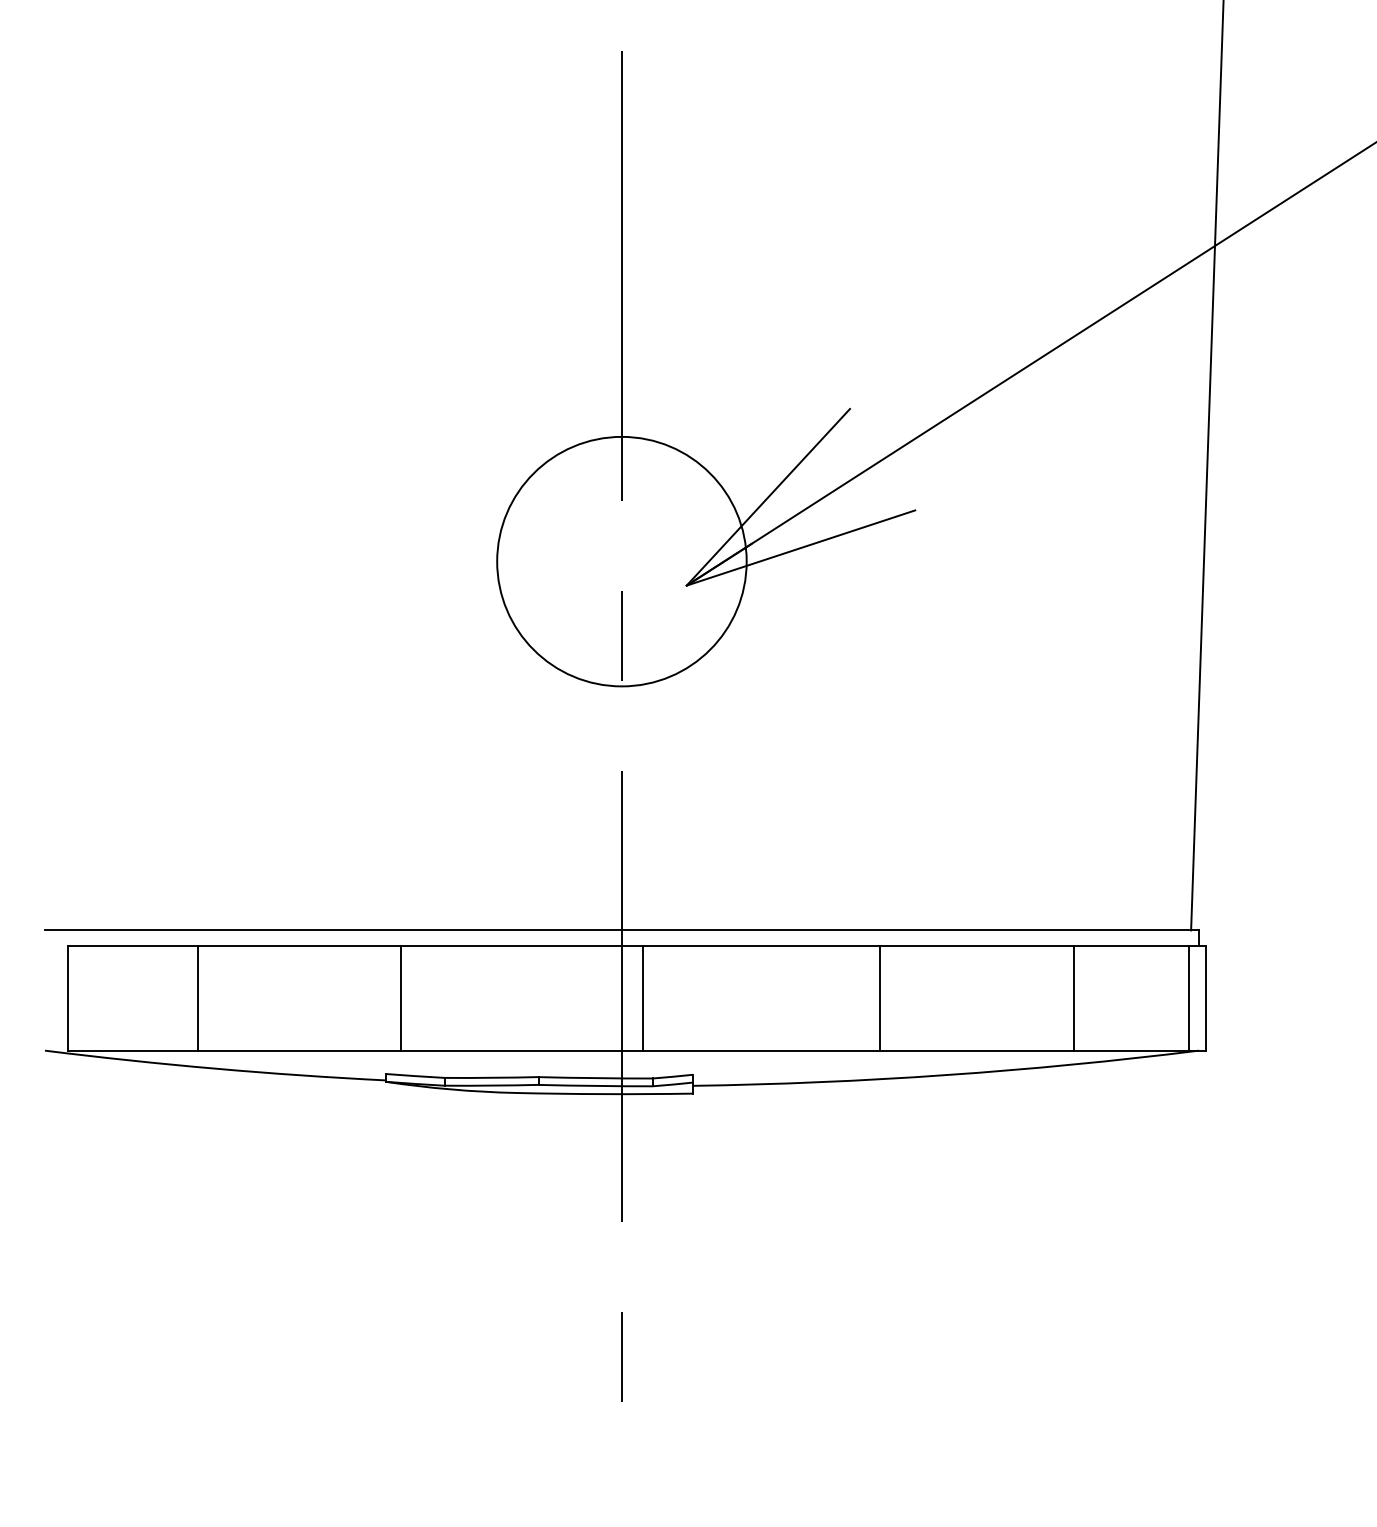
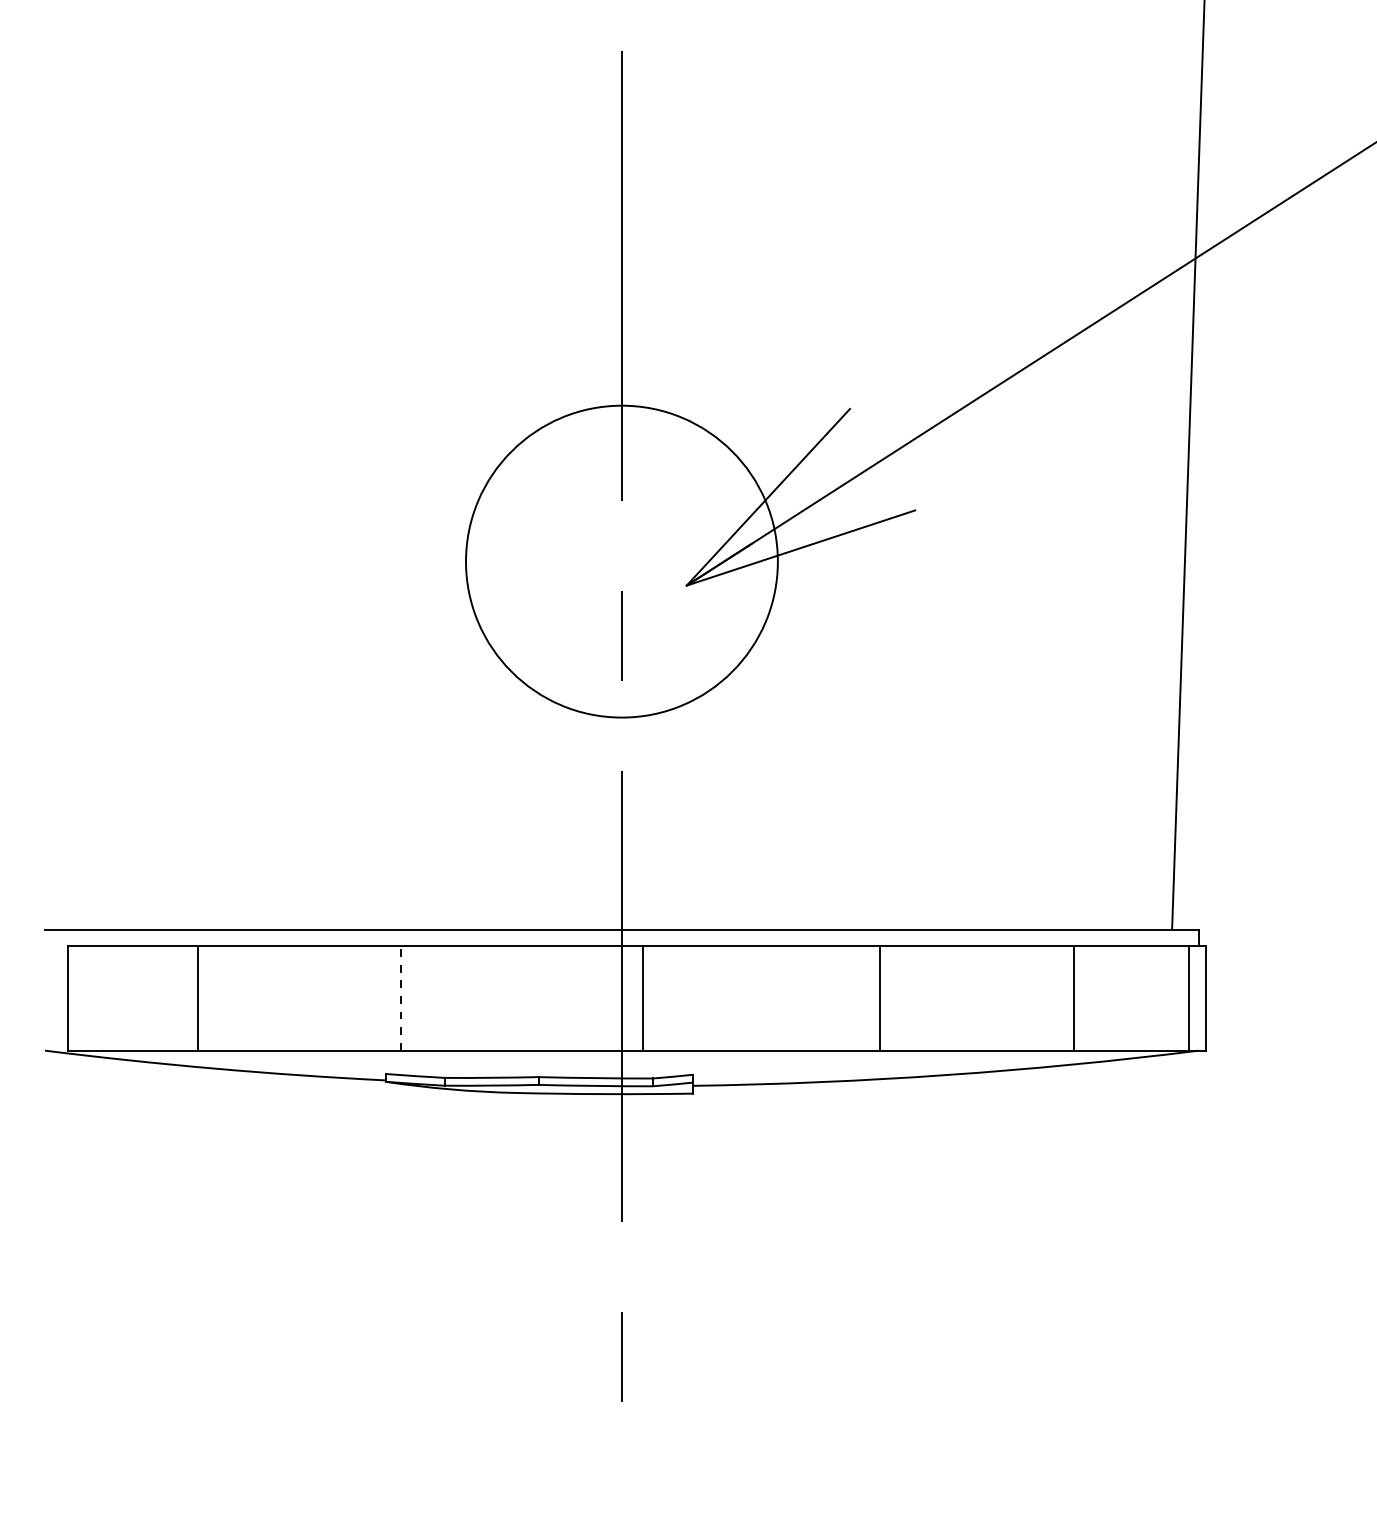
line at (1207, 466) position: (1207, 466) -> (1188, 465)
circle at (621, 561) diameter: 250 px -> 312 px
line at (400, 997): solid -> dashed
